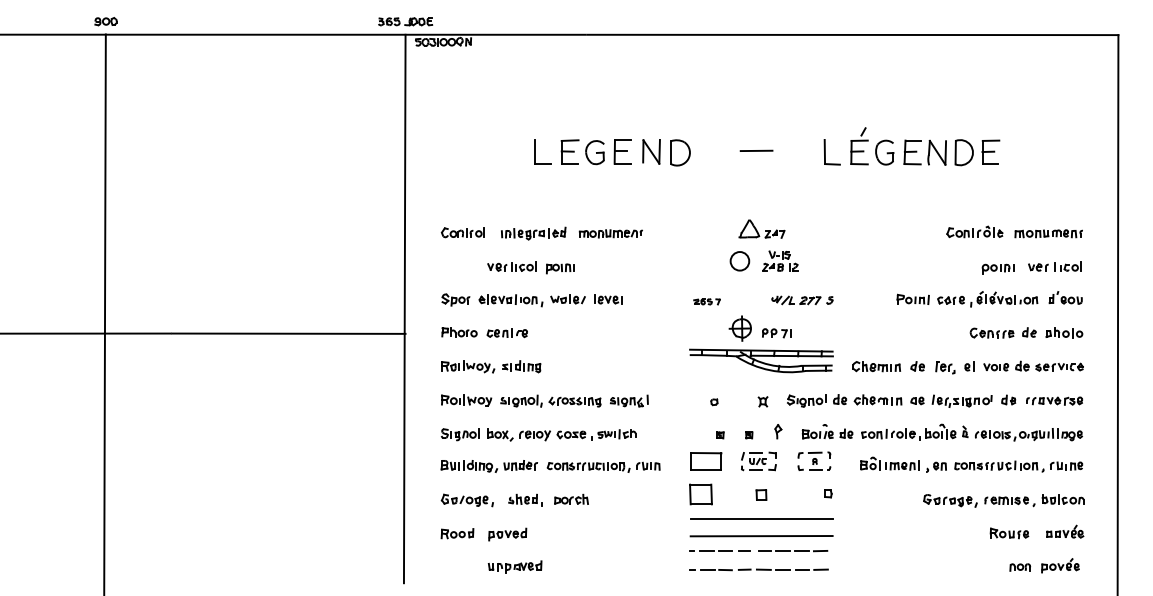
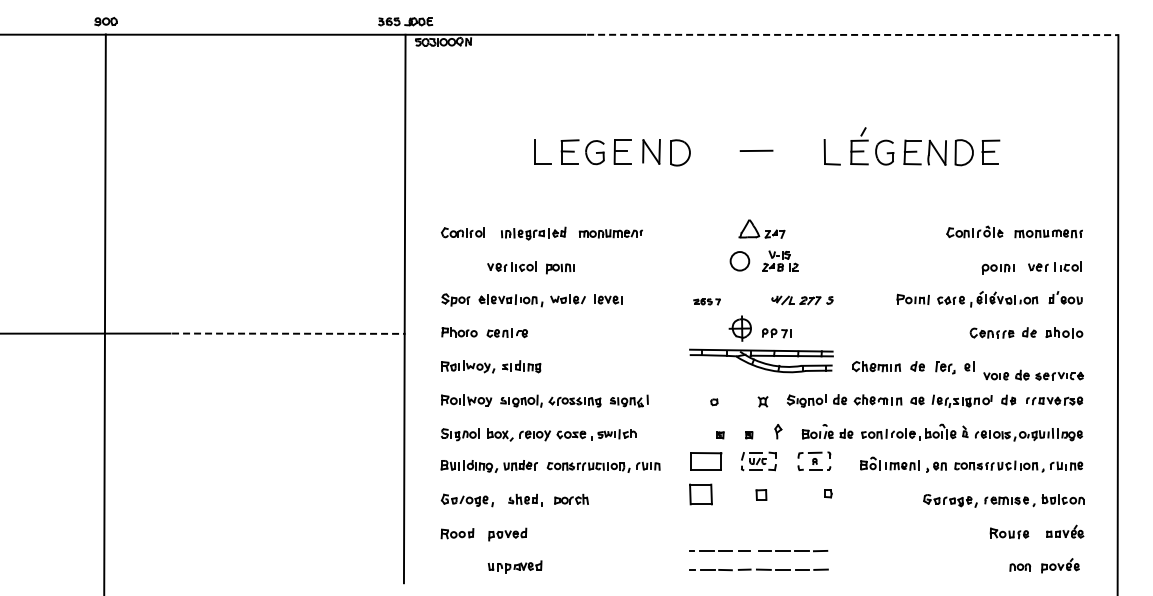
line at (852, 34): solid -> dashed
line at (288, 333): solid -> dashed
part at (1033, 365) position: (1033, 365) -> (1033, 374)
line at (761, 518): present -> none
line at (761, 536): present -> none
